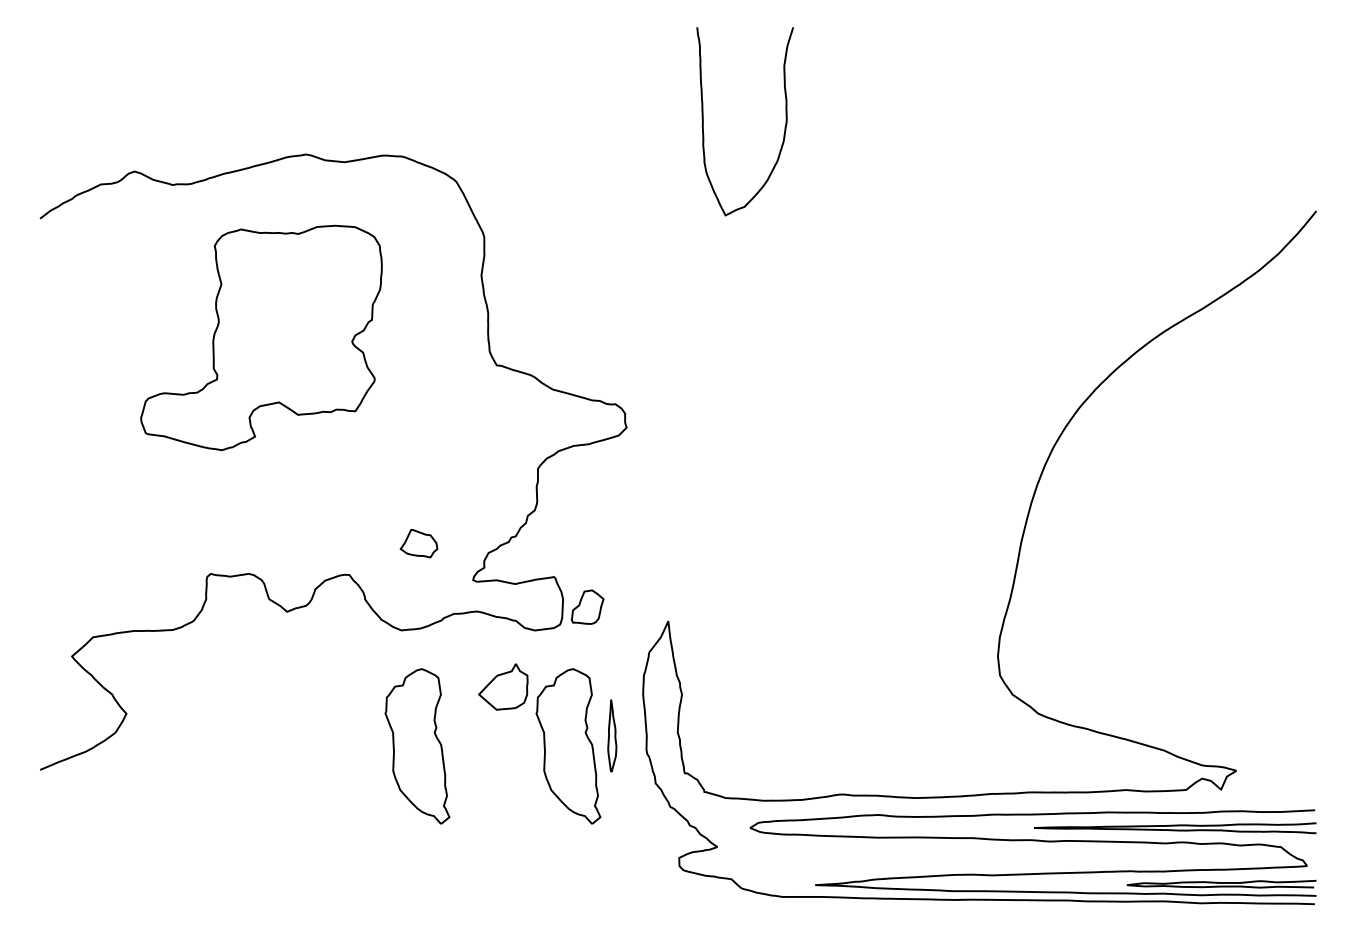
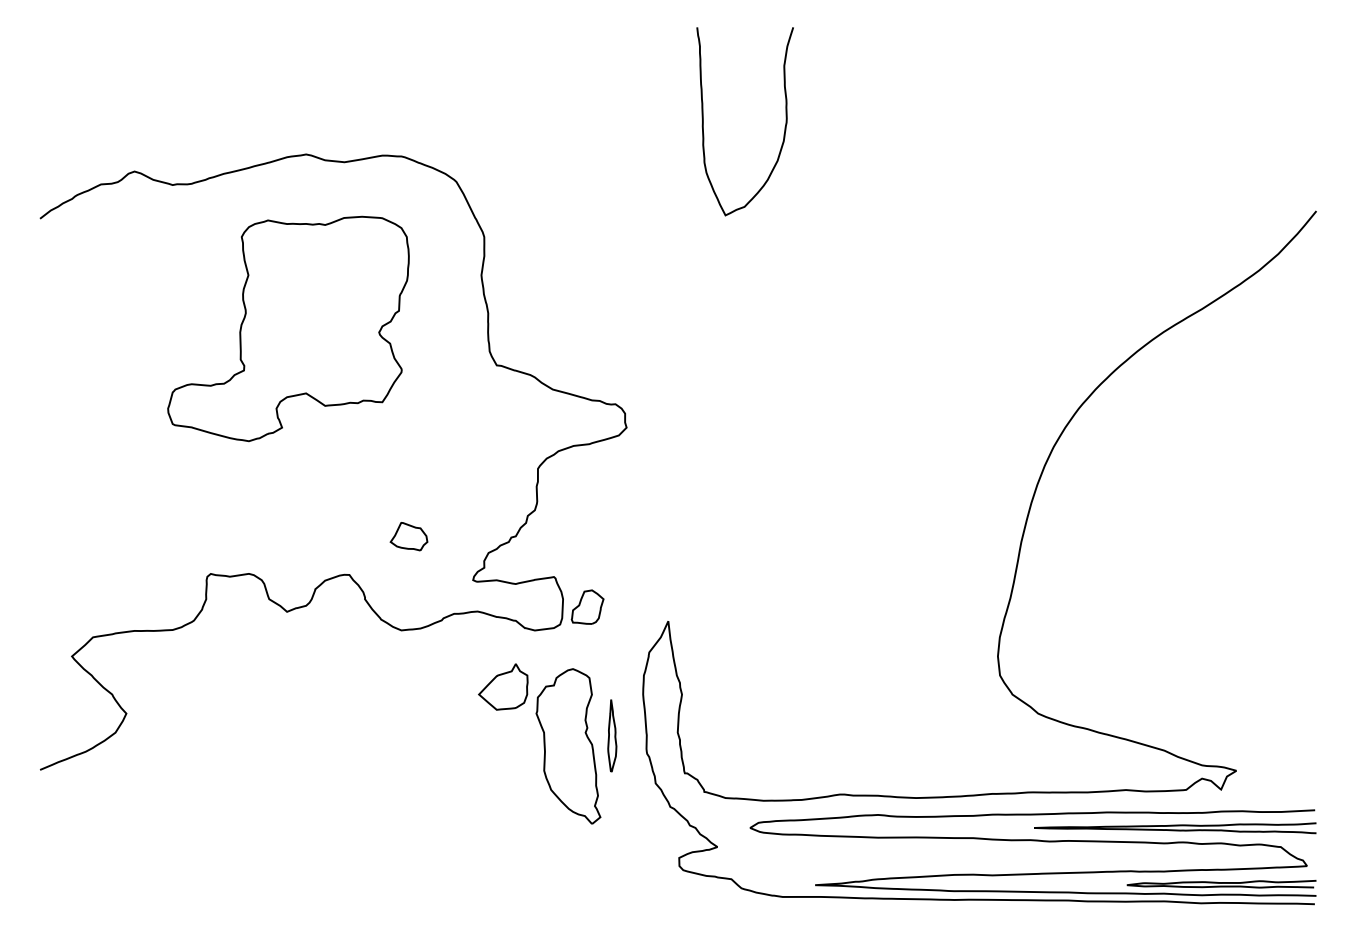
part at (261, 337) position: (261, 337) -> (288, 328)
part at (418, 543) position: (418, 543) -> (408, 536)
part at (417, 746): present -> none
